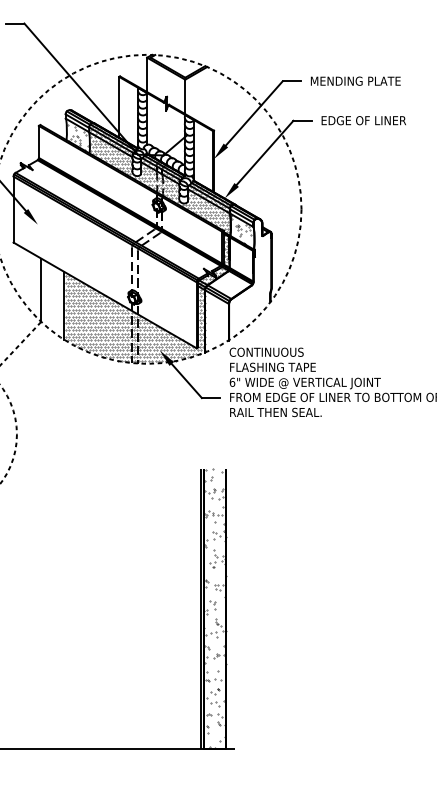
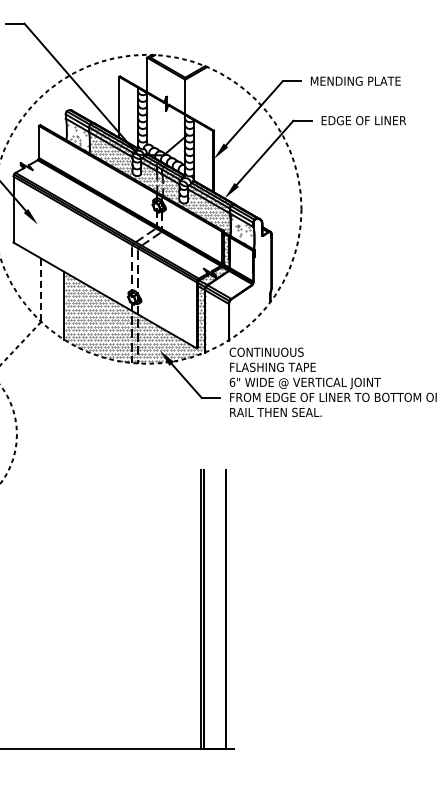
line at (41, 290): solid -> dashed
hatch at (214, 608): present -> none
